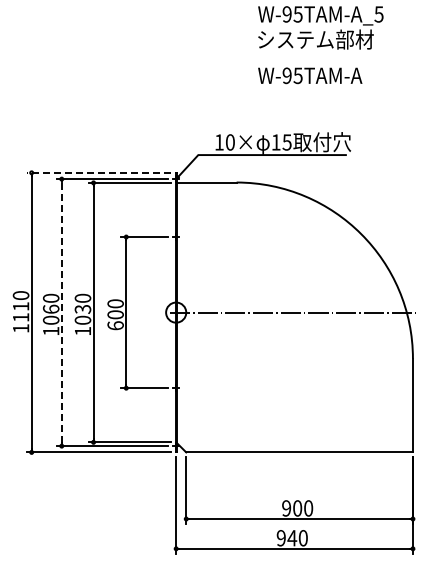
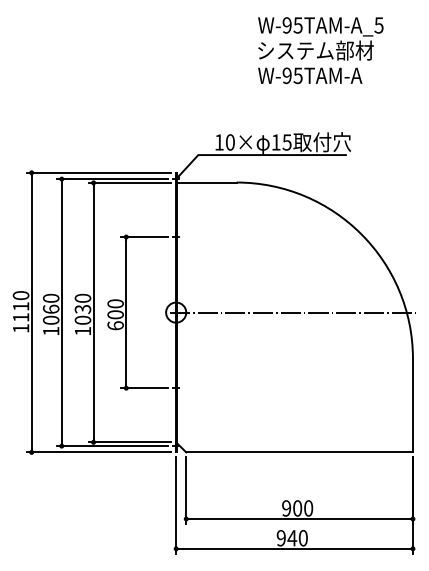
text at (320, 27) position: (320, 27) -> (320, 38)
line at (98, 172): dashed -> solid
line at (61, 312): dashed -> solid
